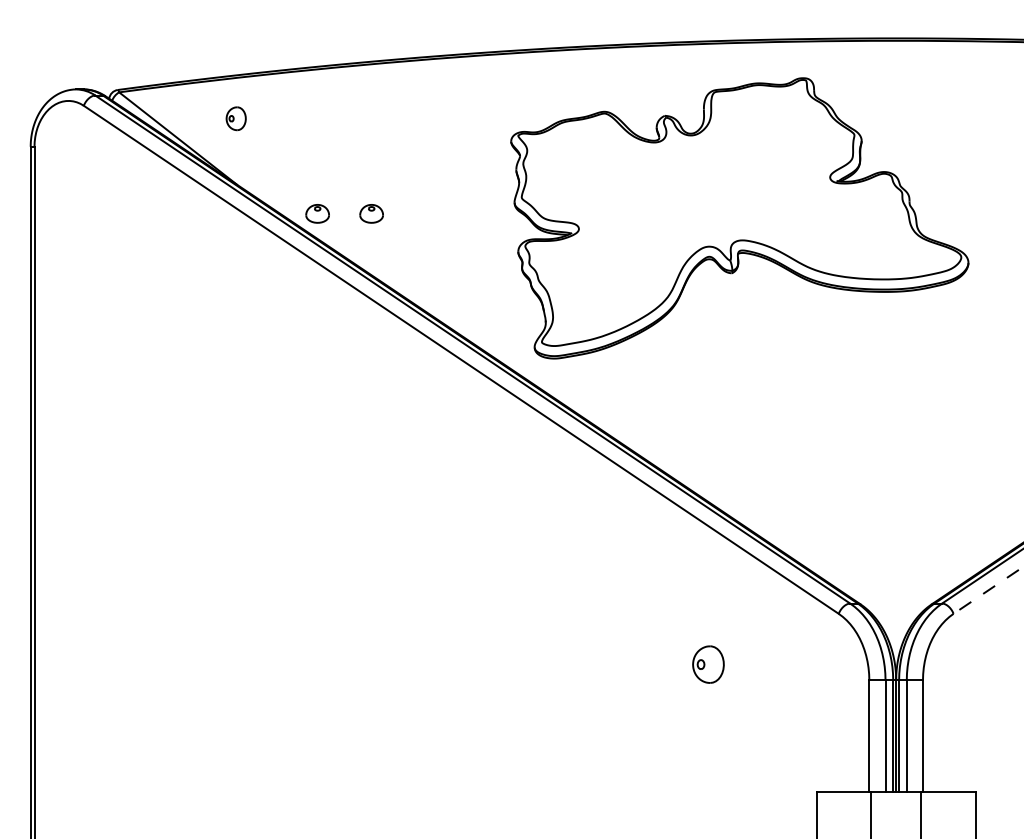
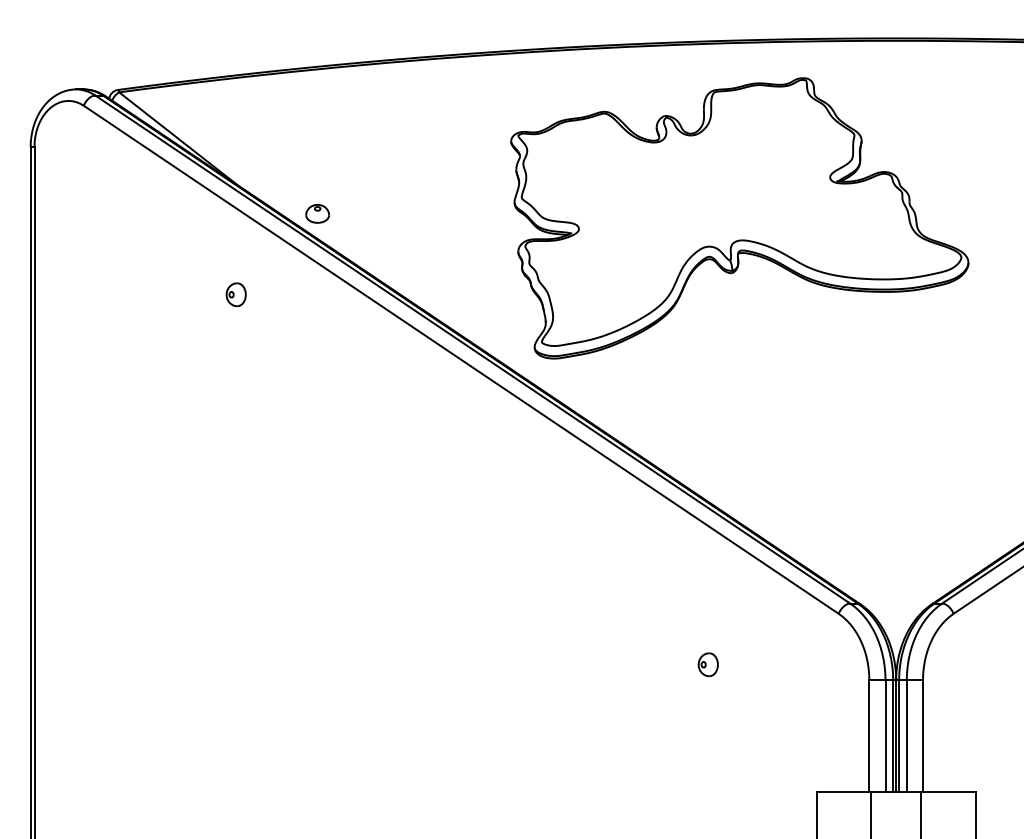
part at (235, 118) position: (235, 118) -> (235, 294)
part at (371, 213): present -> none
line at (988, 590): dashed -> solid
part at (708, 664) size: 33x39 px -> 22x26 px
